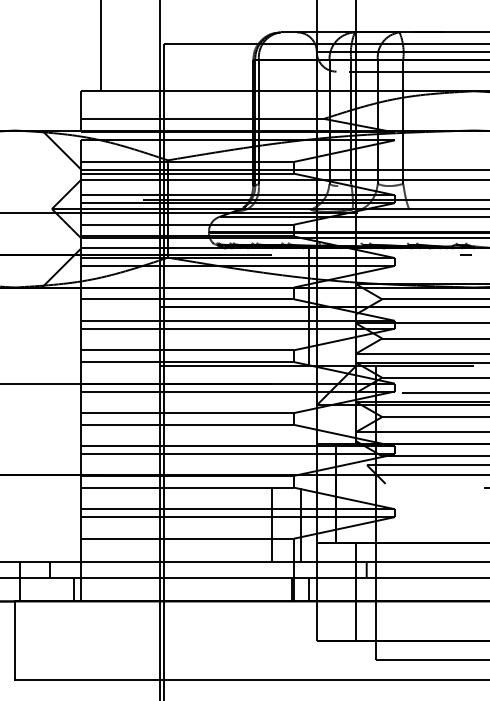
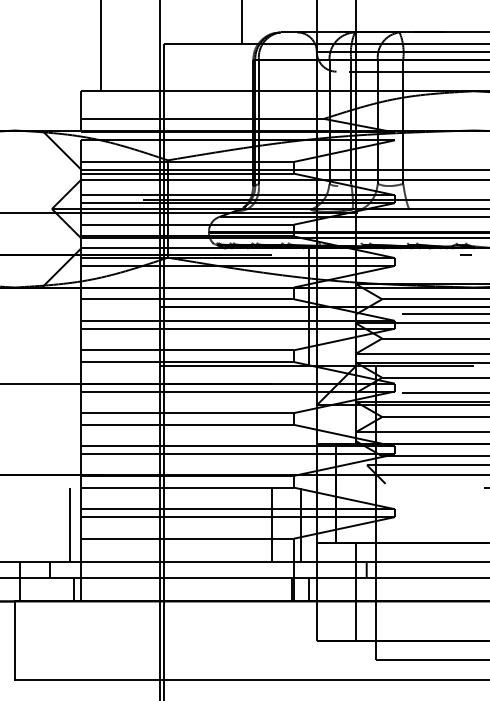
line at (242, 23): none -> present
line at (443, 314): none -> present
line at (69, 524): none -> present
